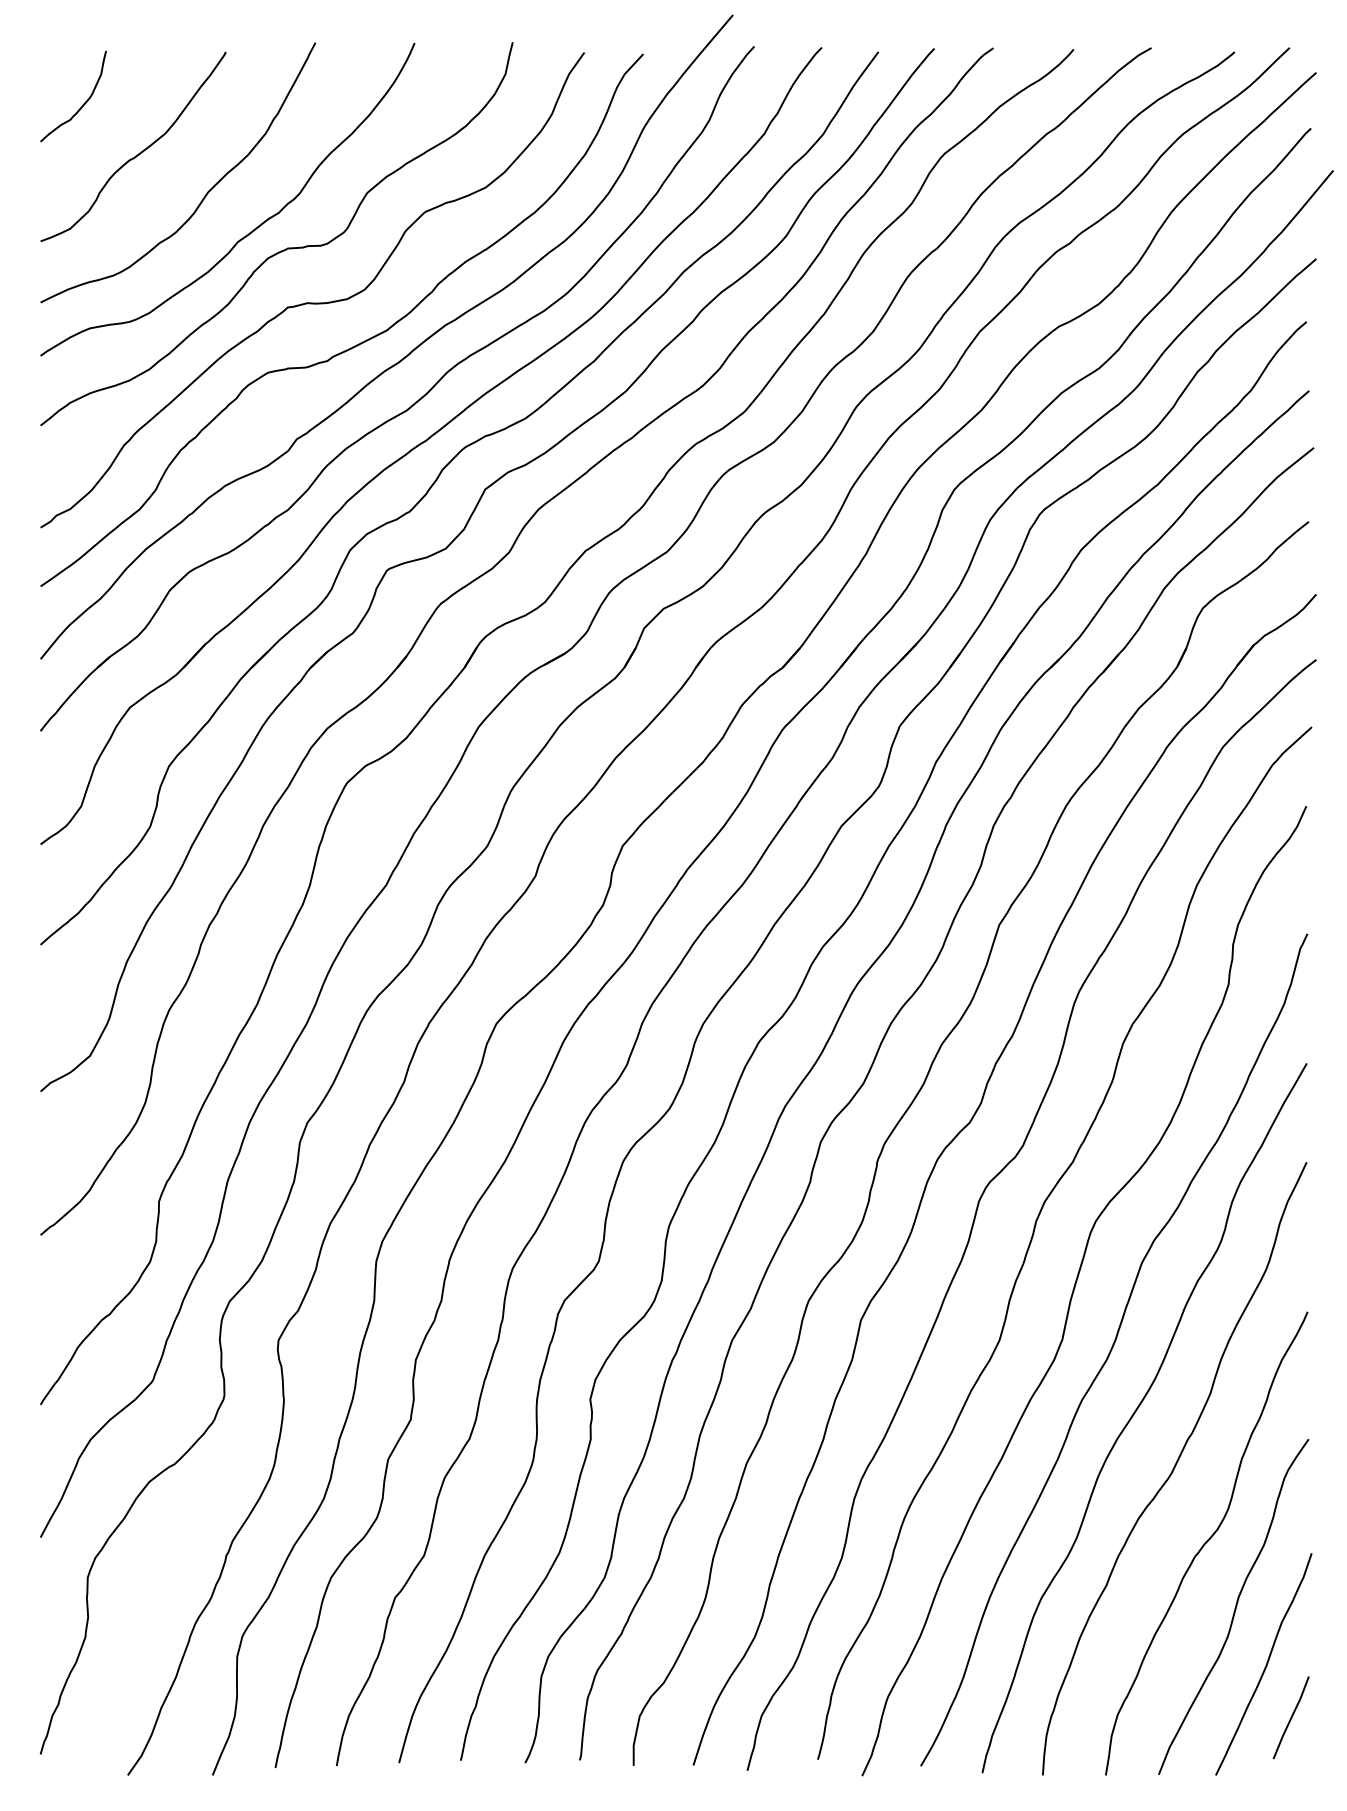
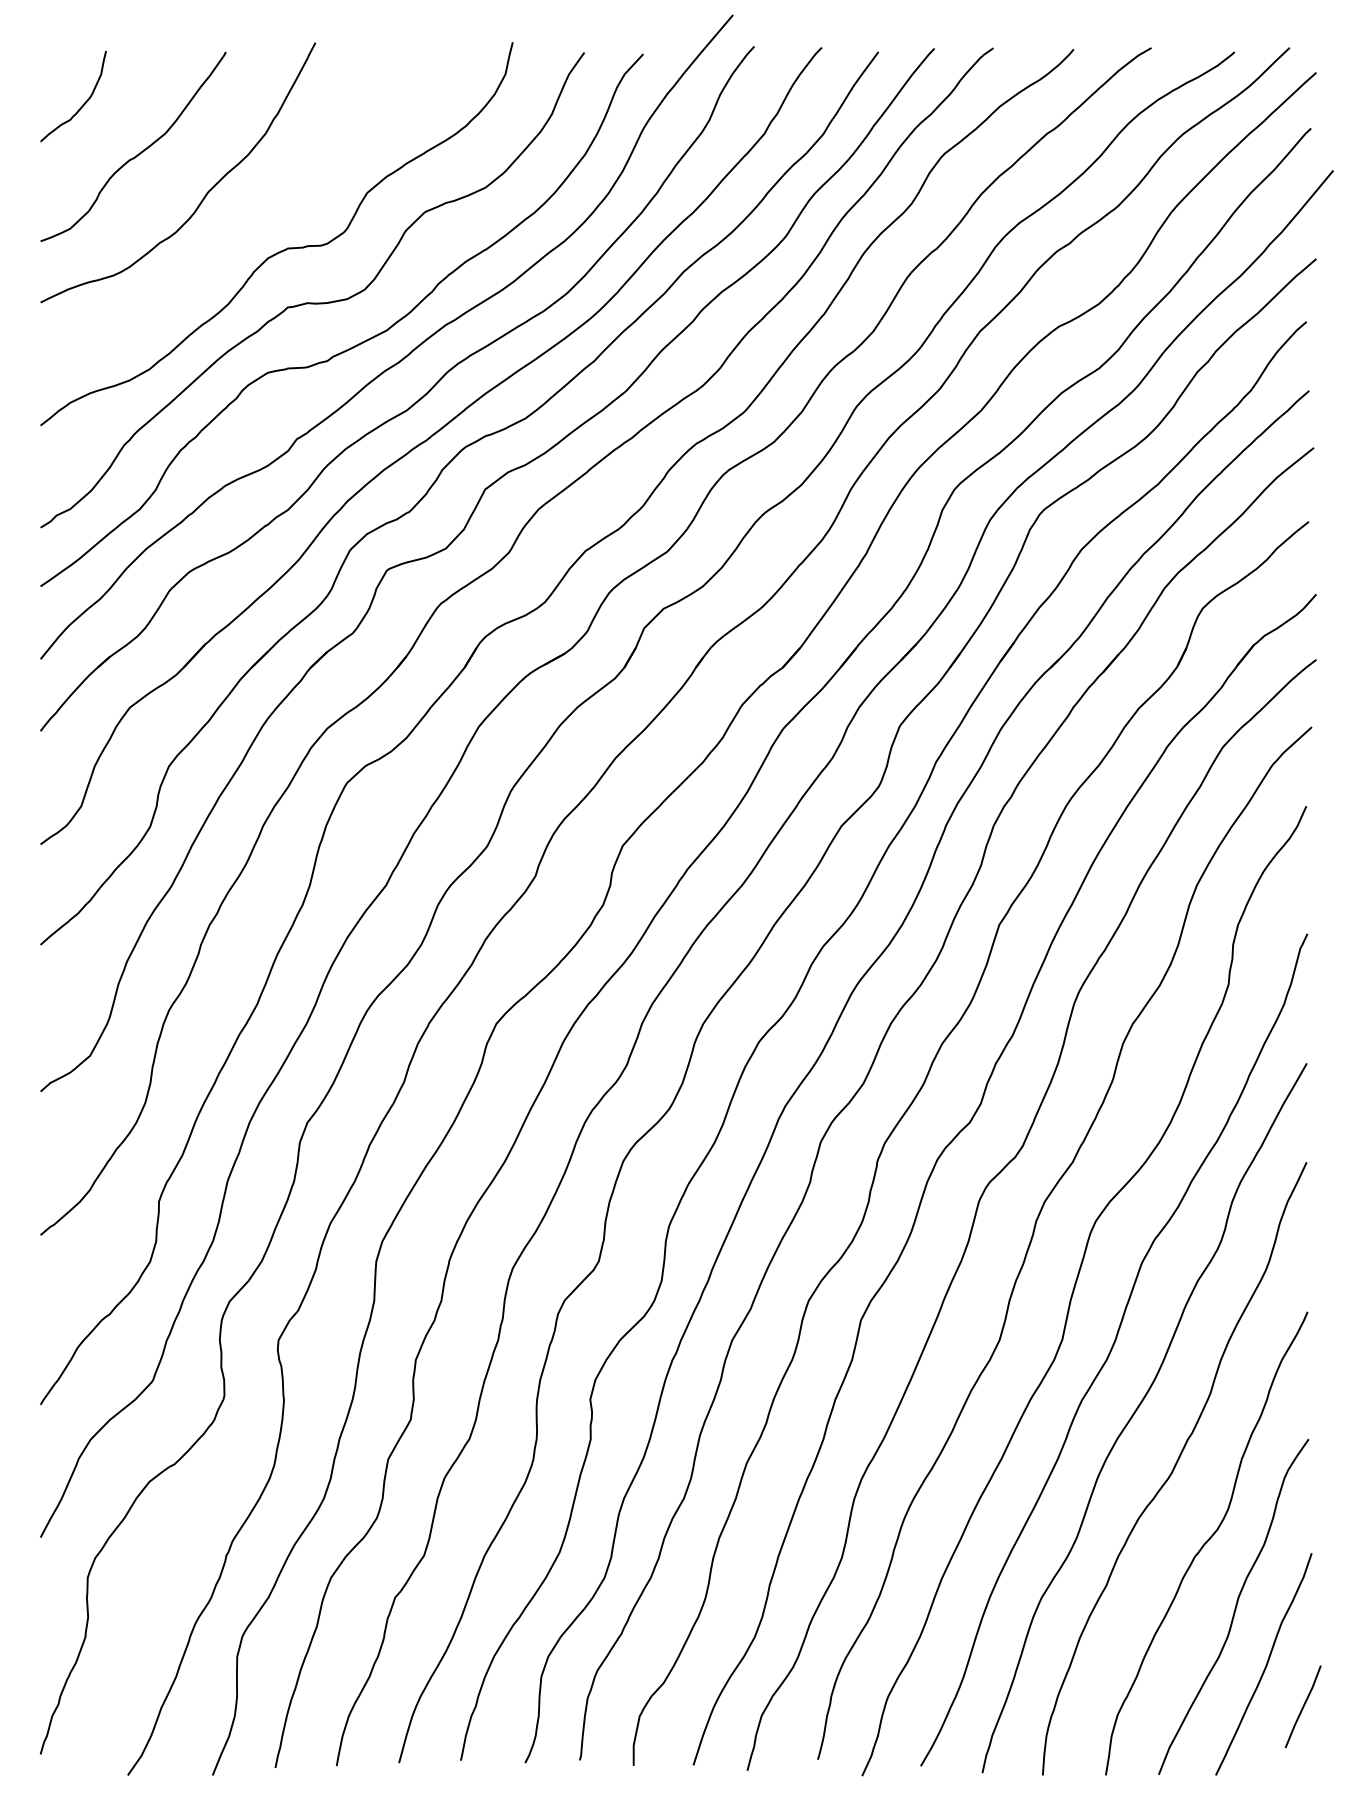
curve at (250, 231): present -> none
curve at (1290, 1717) position: (1290, 1717) -> (1302, 1706)
